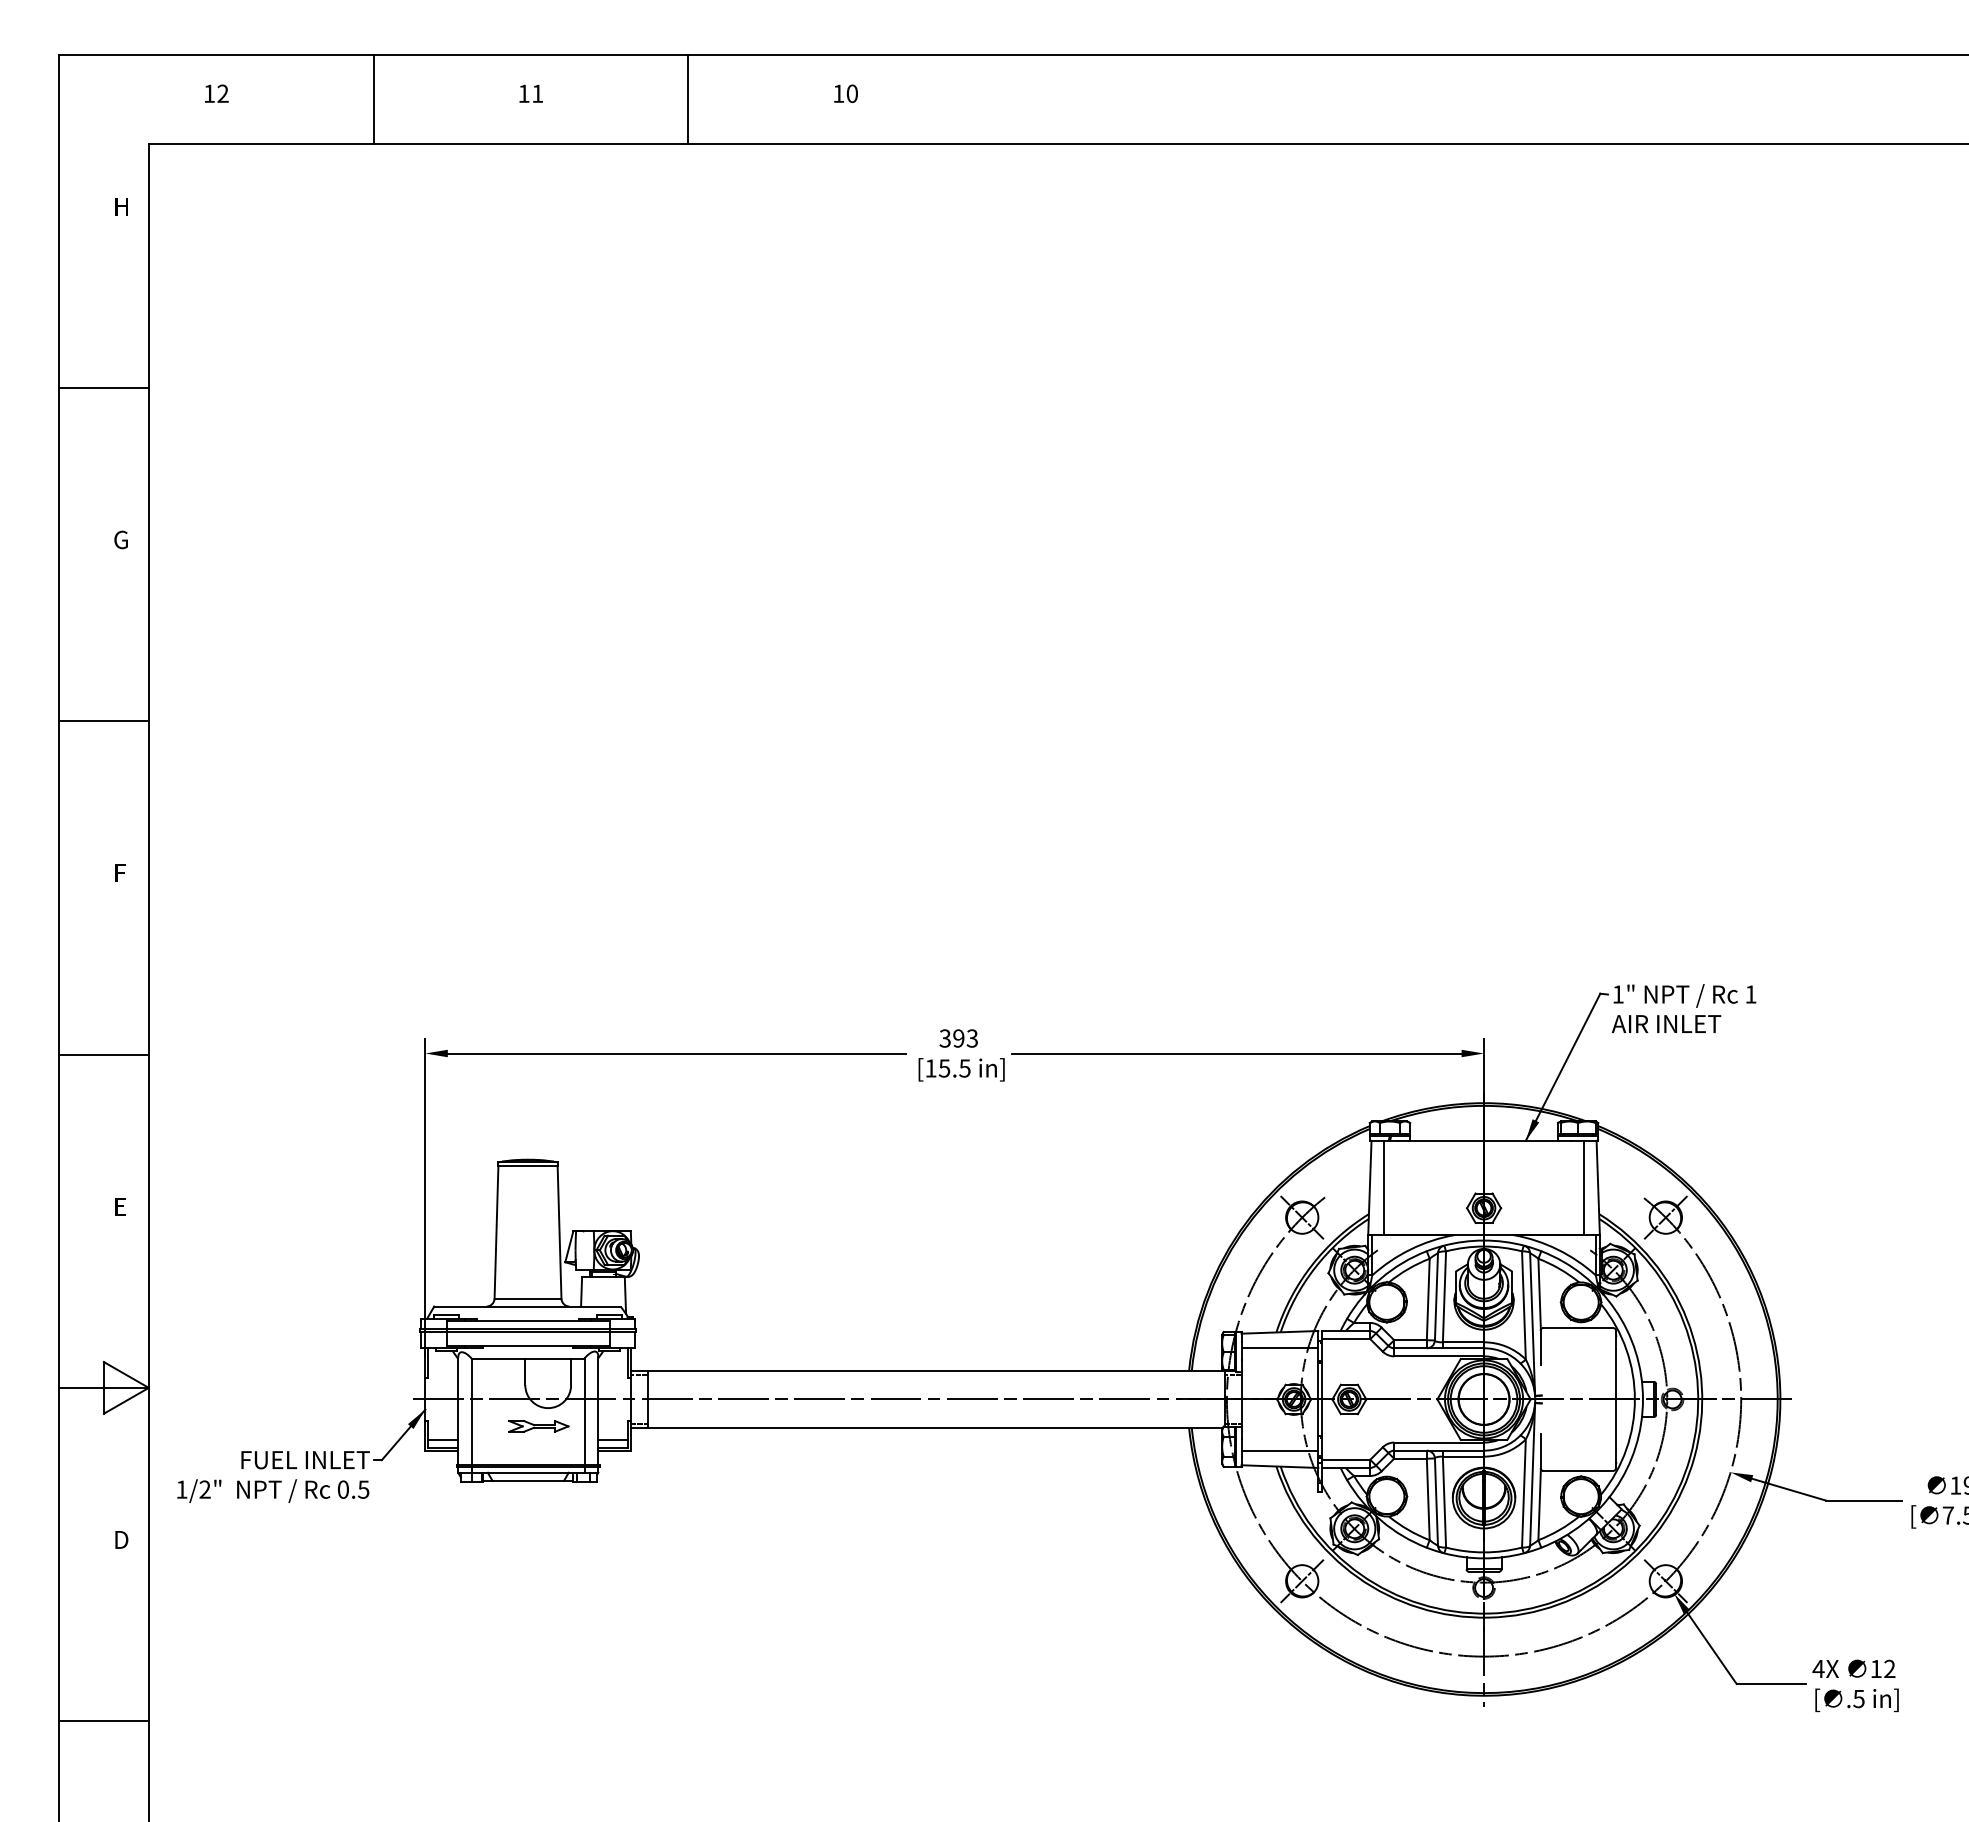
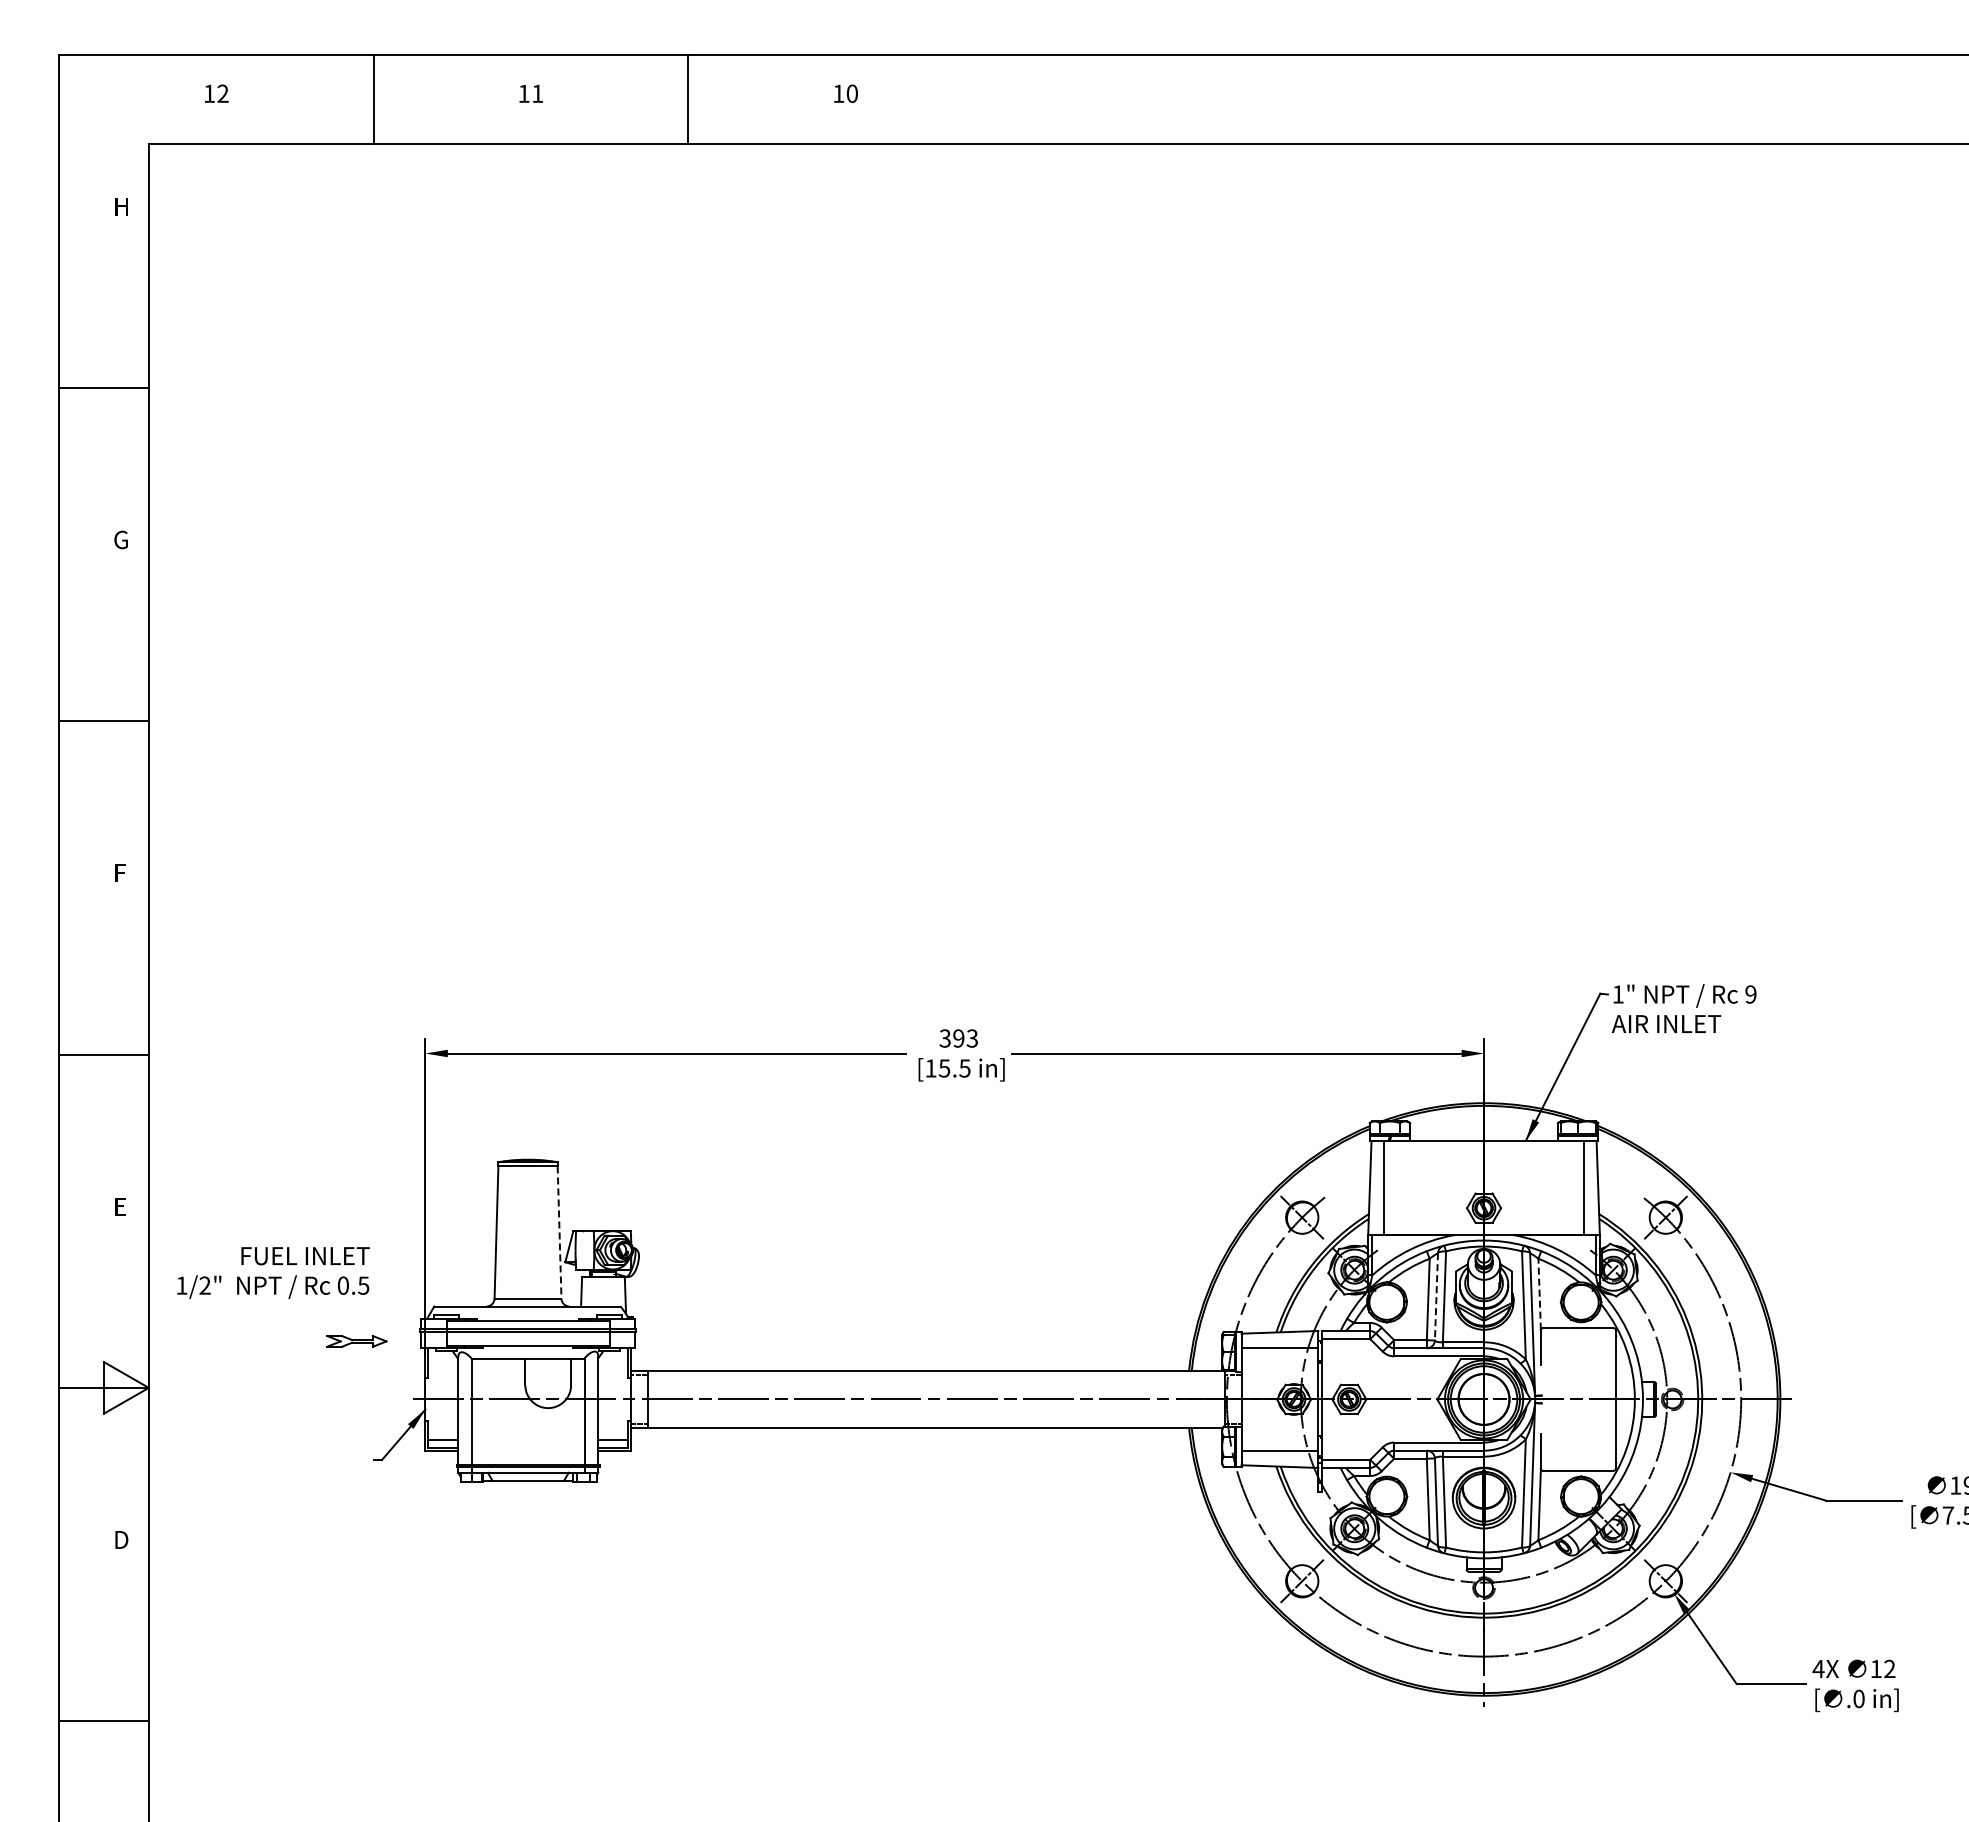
text at (1750, 994): 1 -> 9
line at (559, 1233): solid -> dashed
line at (1539, 1293): solid -> dashed
line at (1436, 1296): solid -> dashed
part at (538, 1426) position: (538, 1426) -> (356, 1341)
text at (273, 1476) position: (273, 1476) -> (273, 1272)
text at (1858, 1698): .5 -> .0
